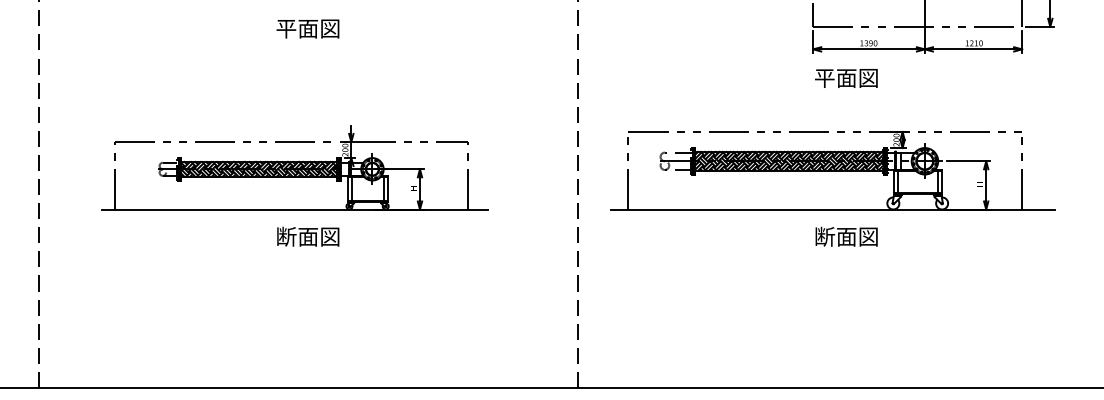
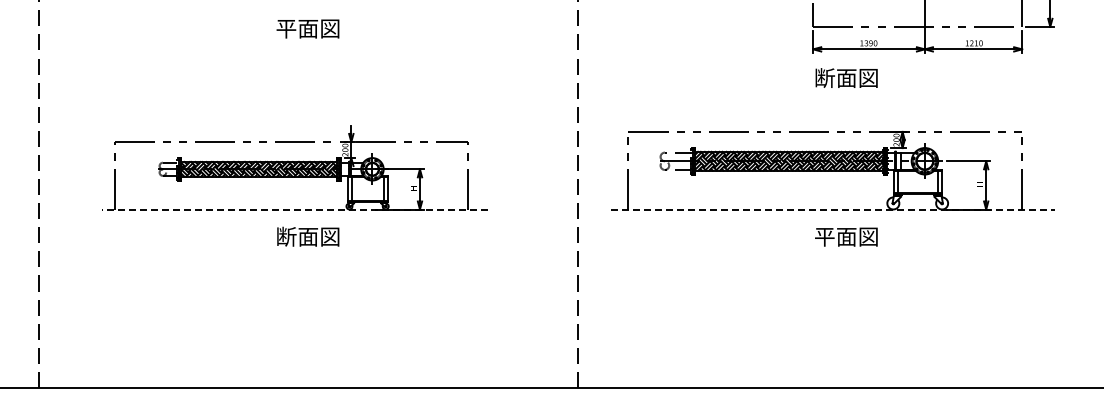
text at (824, 77): 平面図 -> 断面図
line at (294, 209): solid -> dashed
line at (833, 209): solid -> dashed
text at (825, 236): 断面図 -> 平面図
